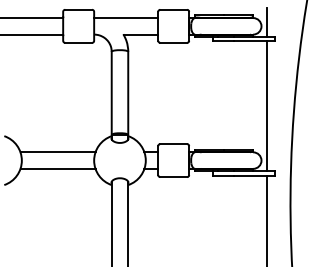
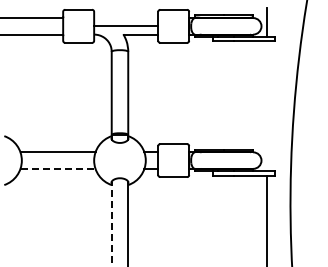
line at (126, 18) position: (126, 18) -> (126, 26)
line at (267, 106): present -> none
line at (58, 168): solid -> dashed
line at (111, 224): solid -> dashed
